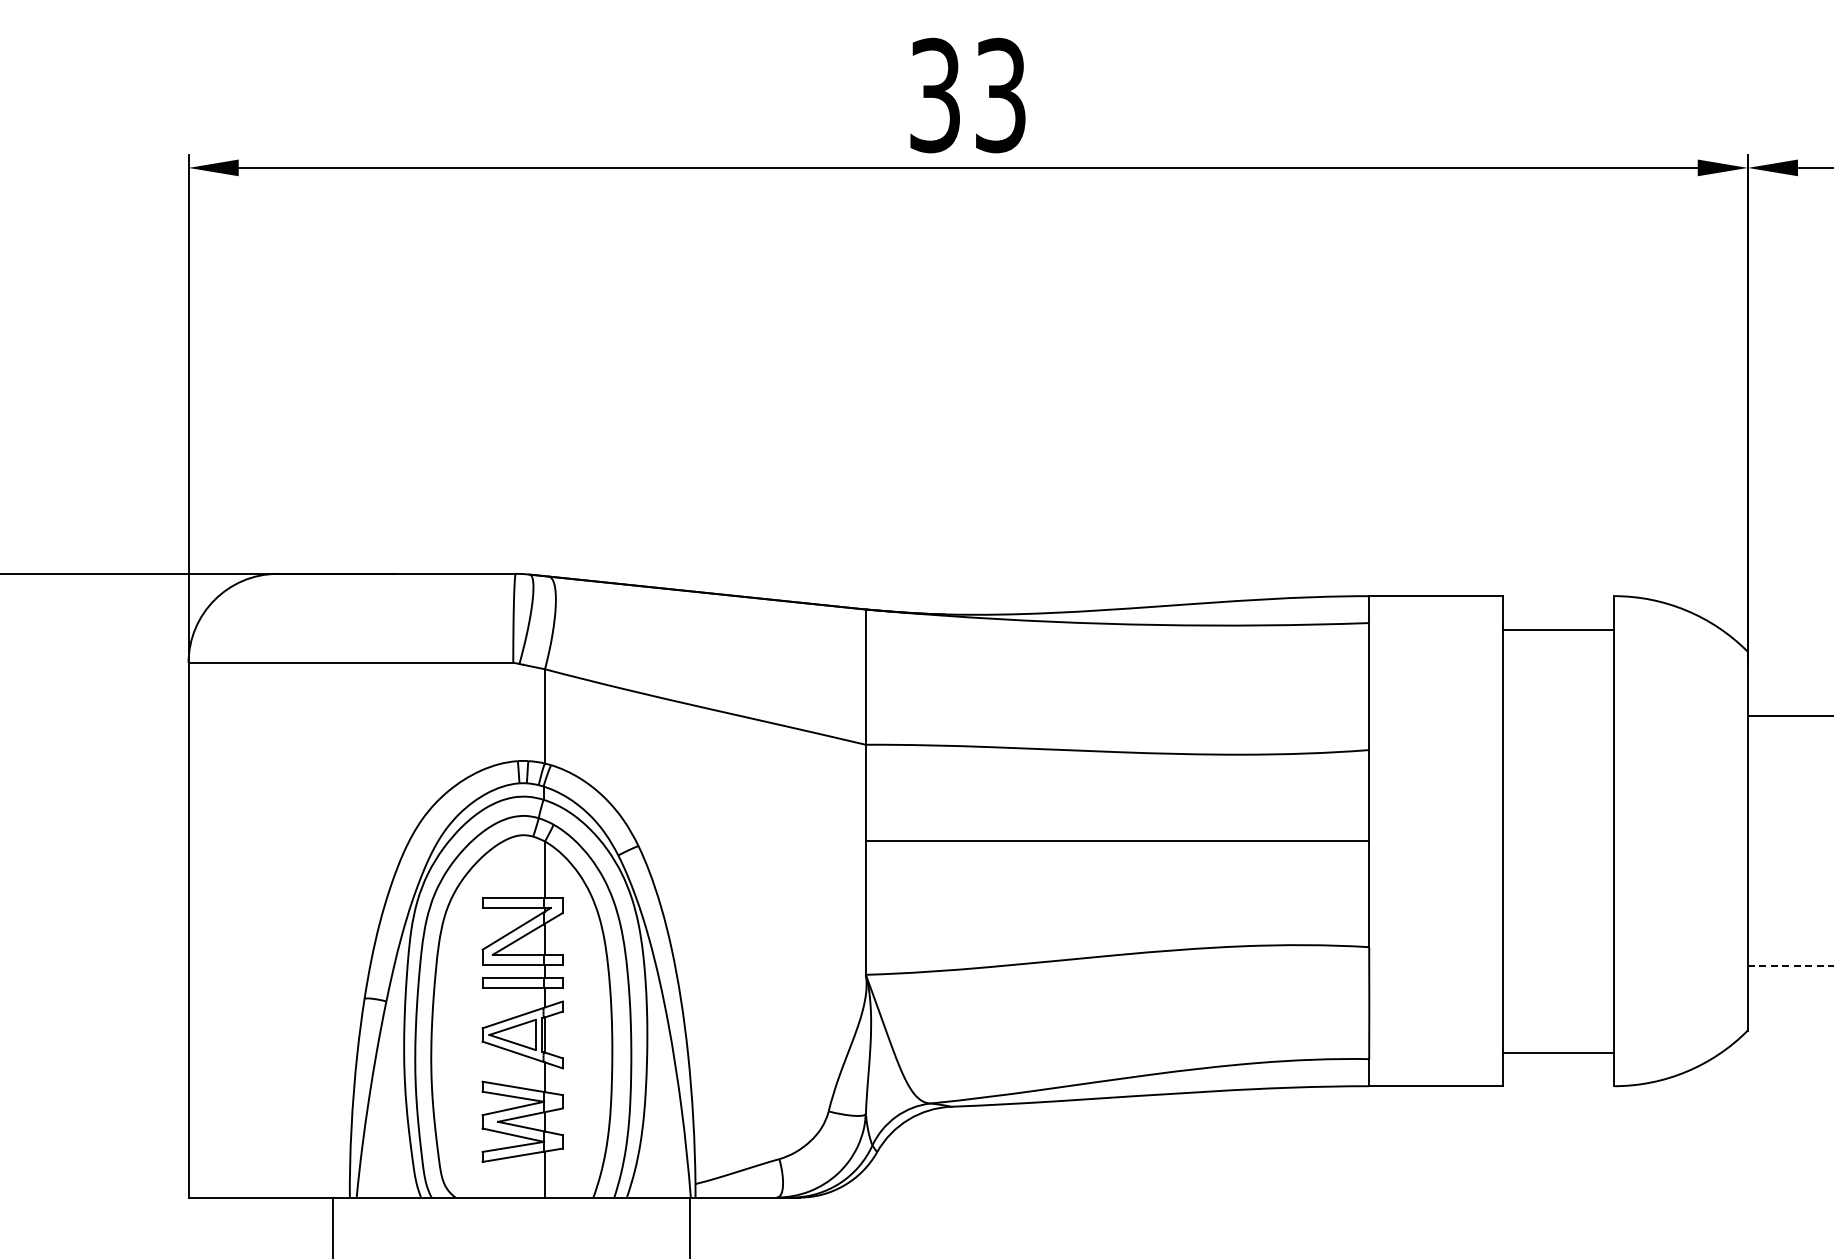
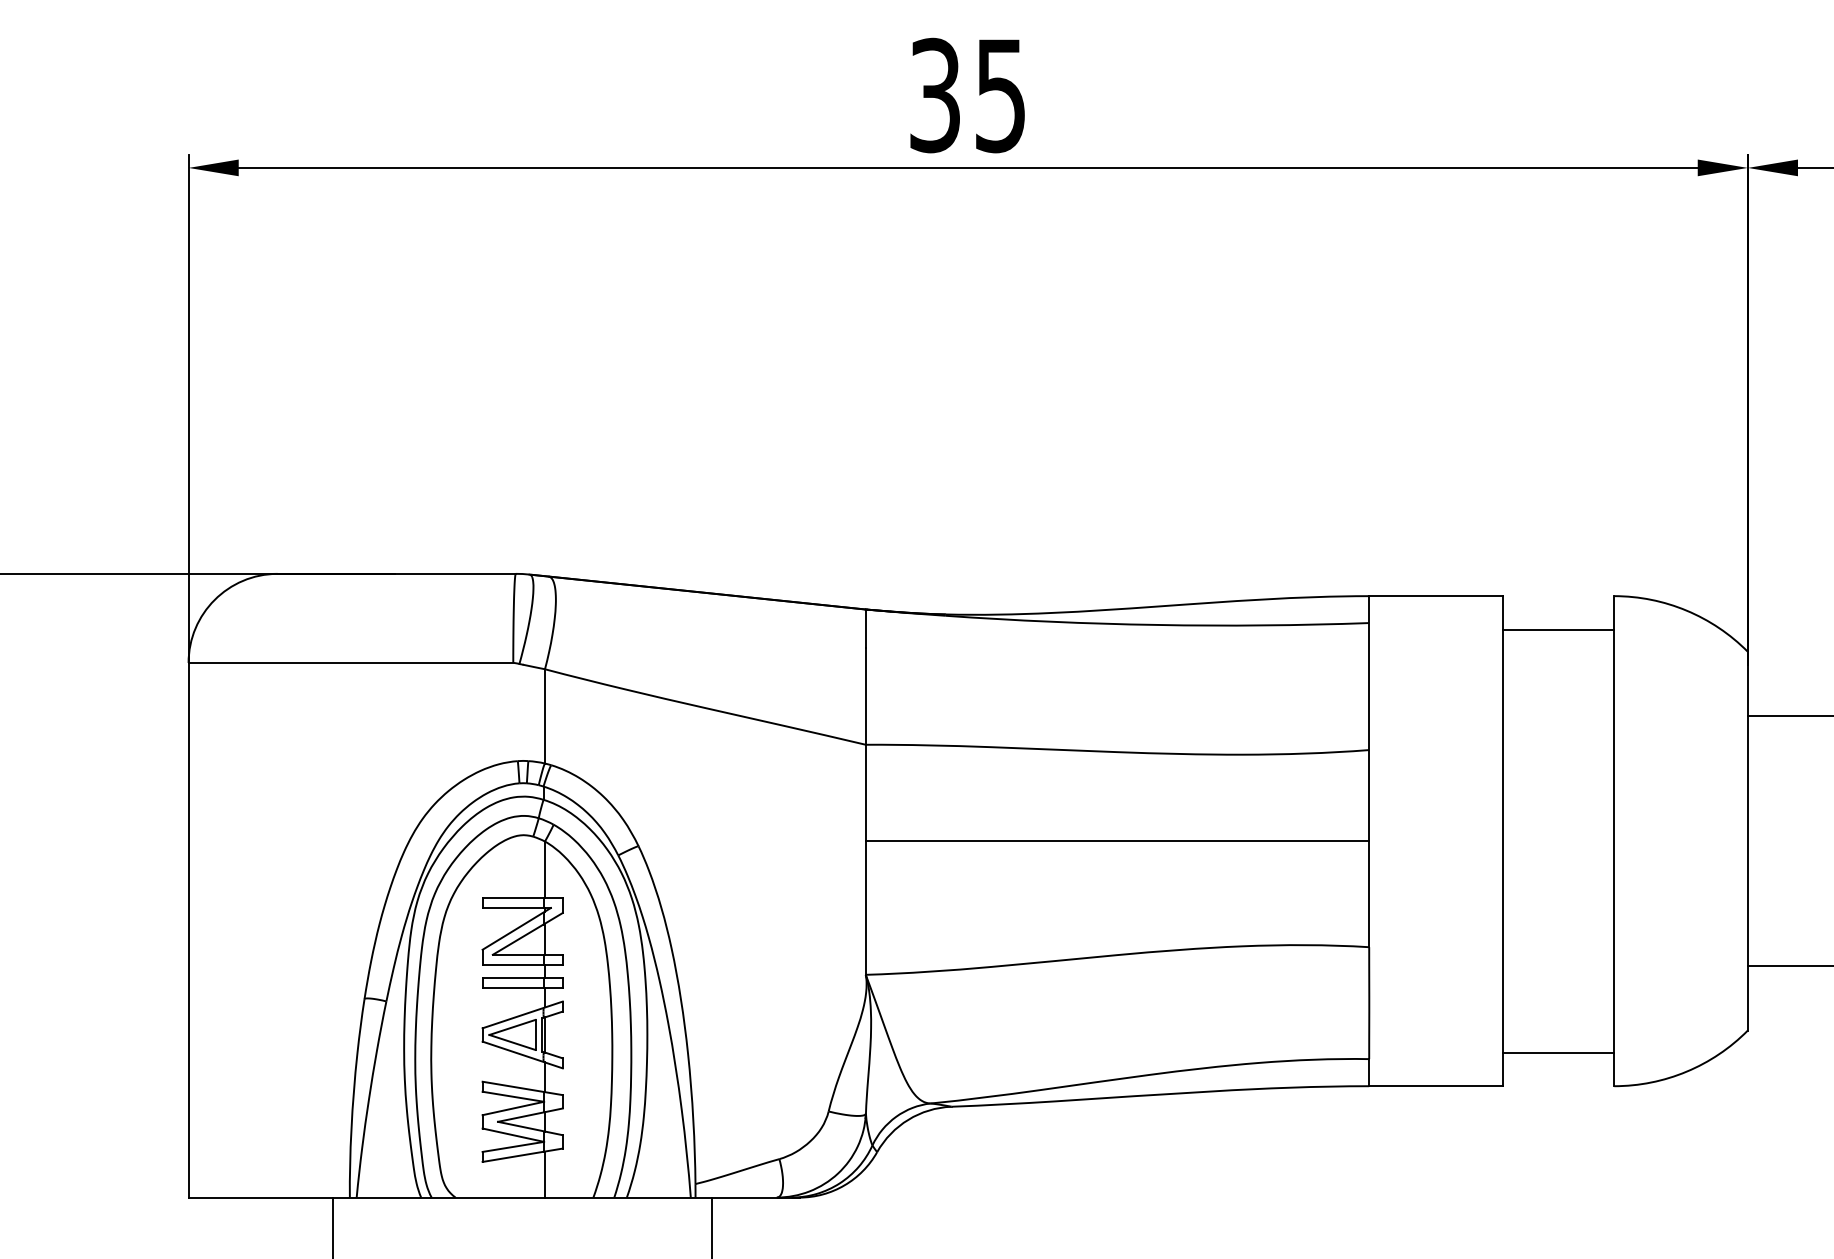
text at (1000, 94): 33 -> 35
line at (1790, 965): dashed -> solid
line at (690, 1226) position: (690, 1226) -> (712, 1226)
